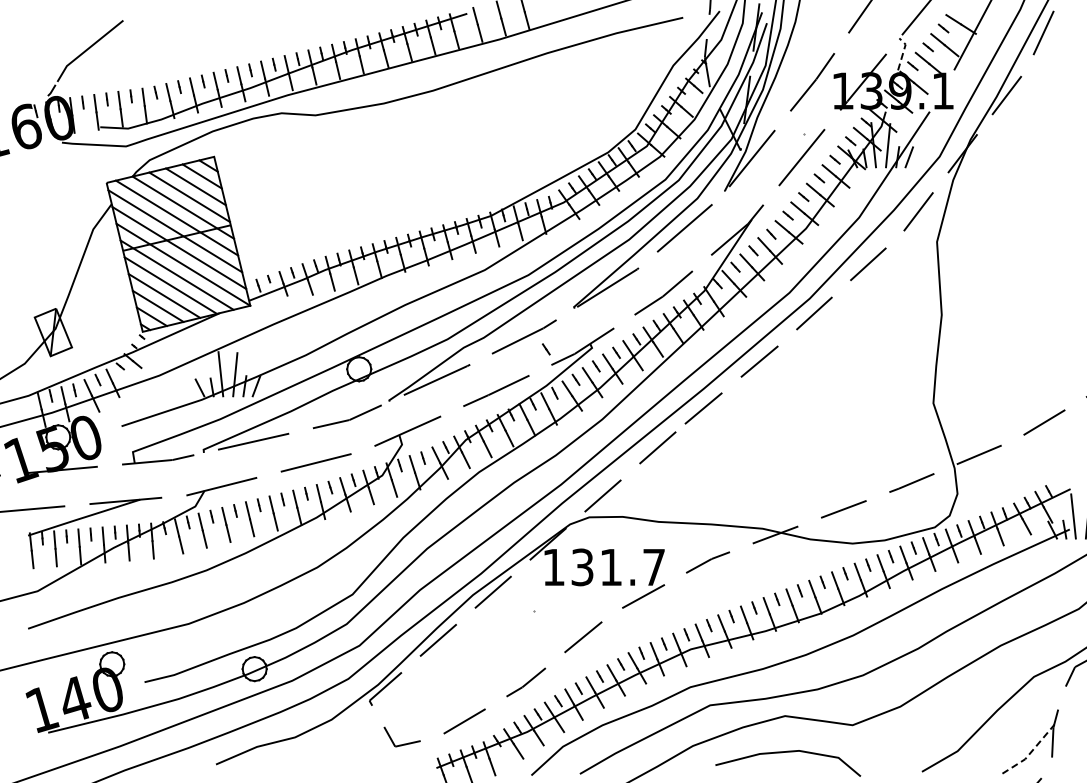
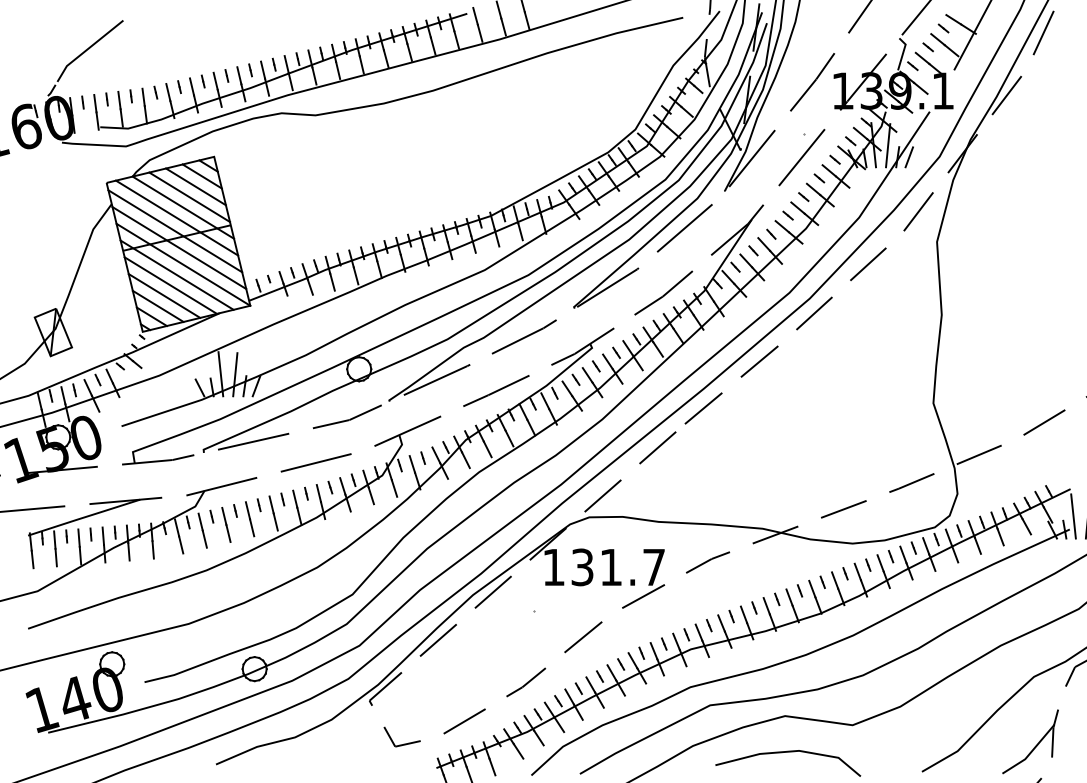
line at (903, 52): dashed -> solid
line at (545, 349): present -> none
line at (1030, 752): dashed -> solid
